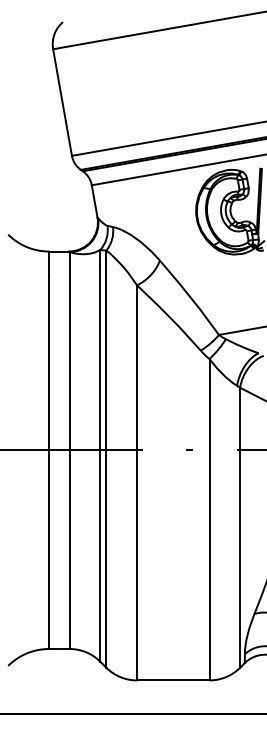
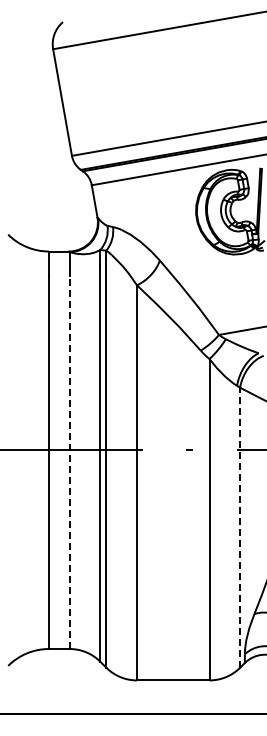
line at (69, 462): solid -> dashed
line at (240, 527): solid -> dashed
